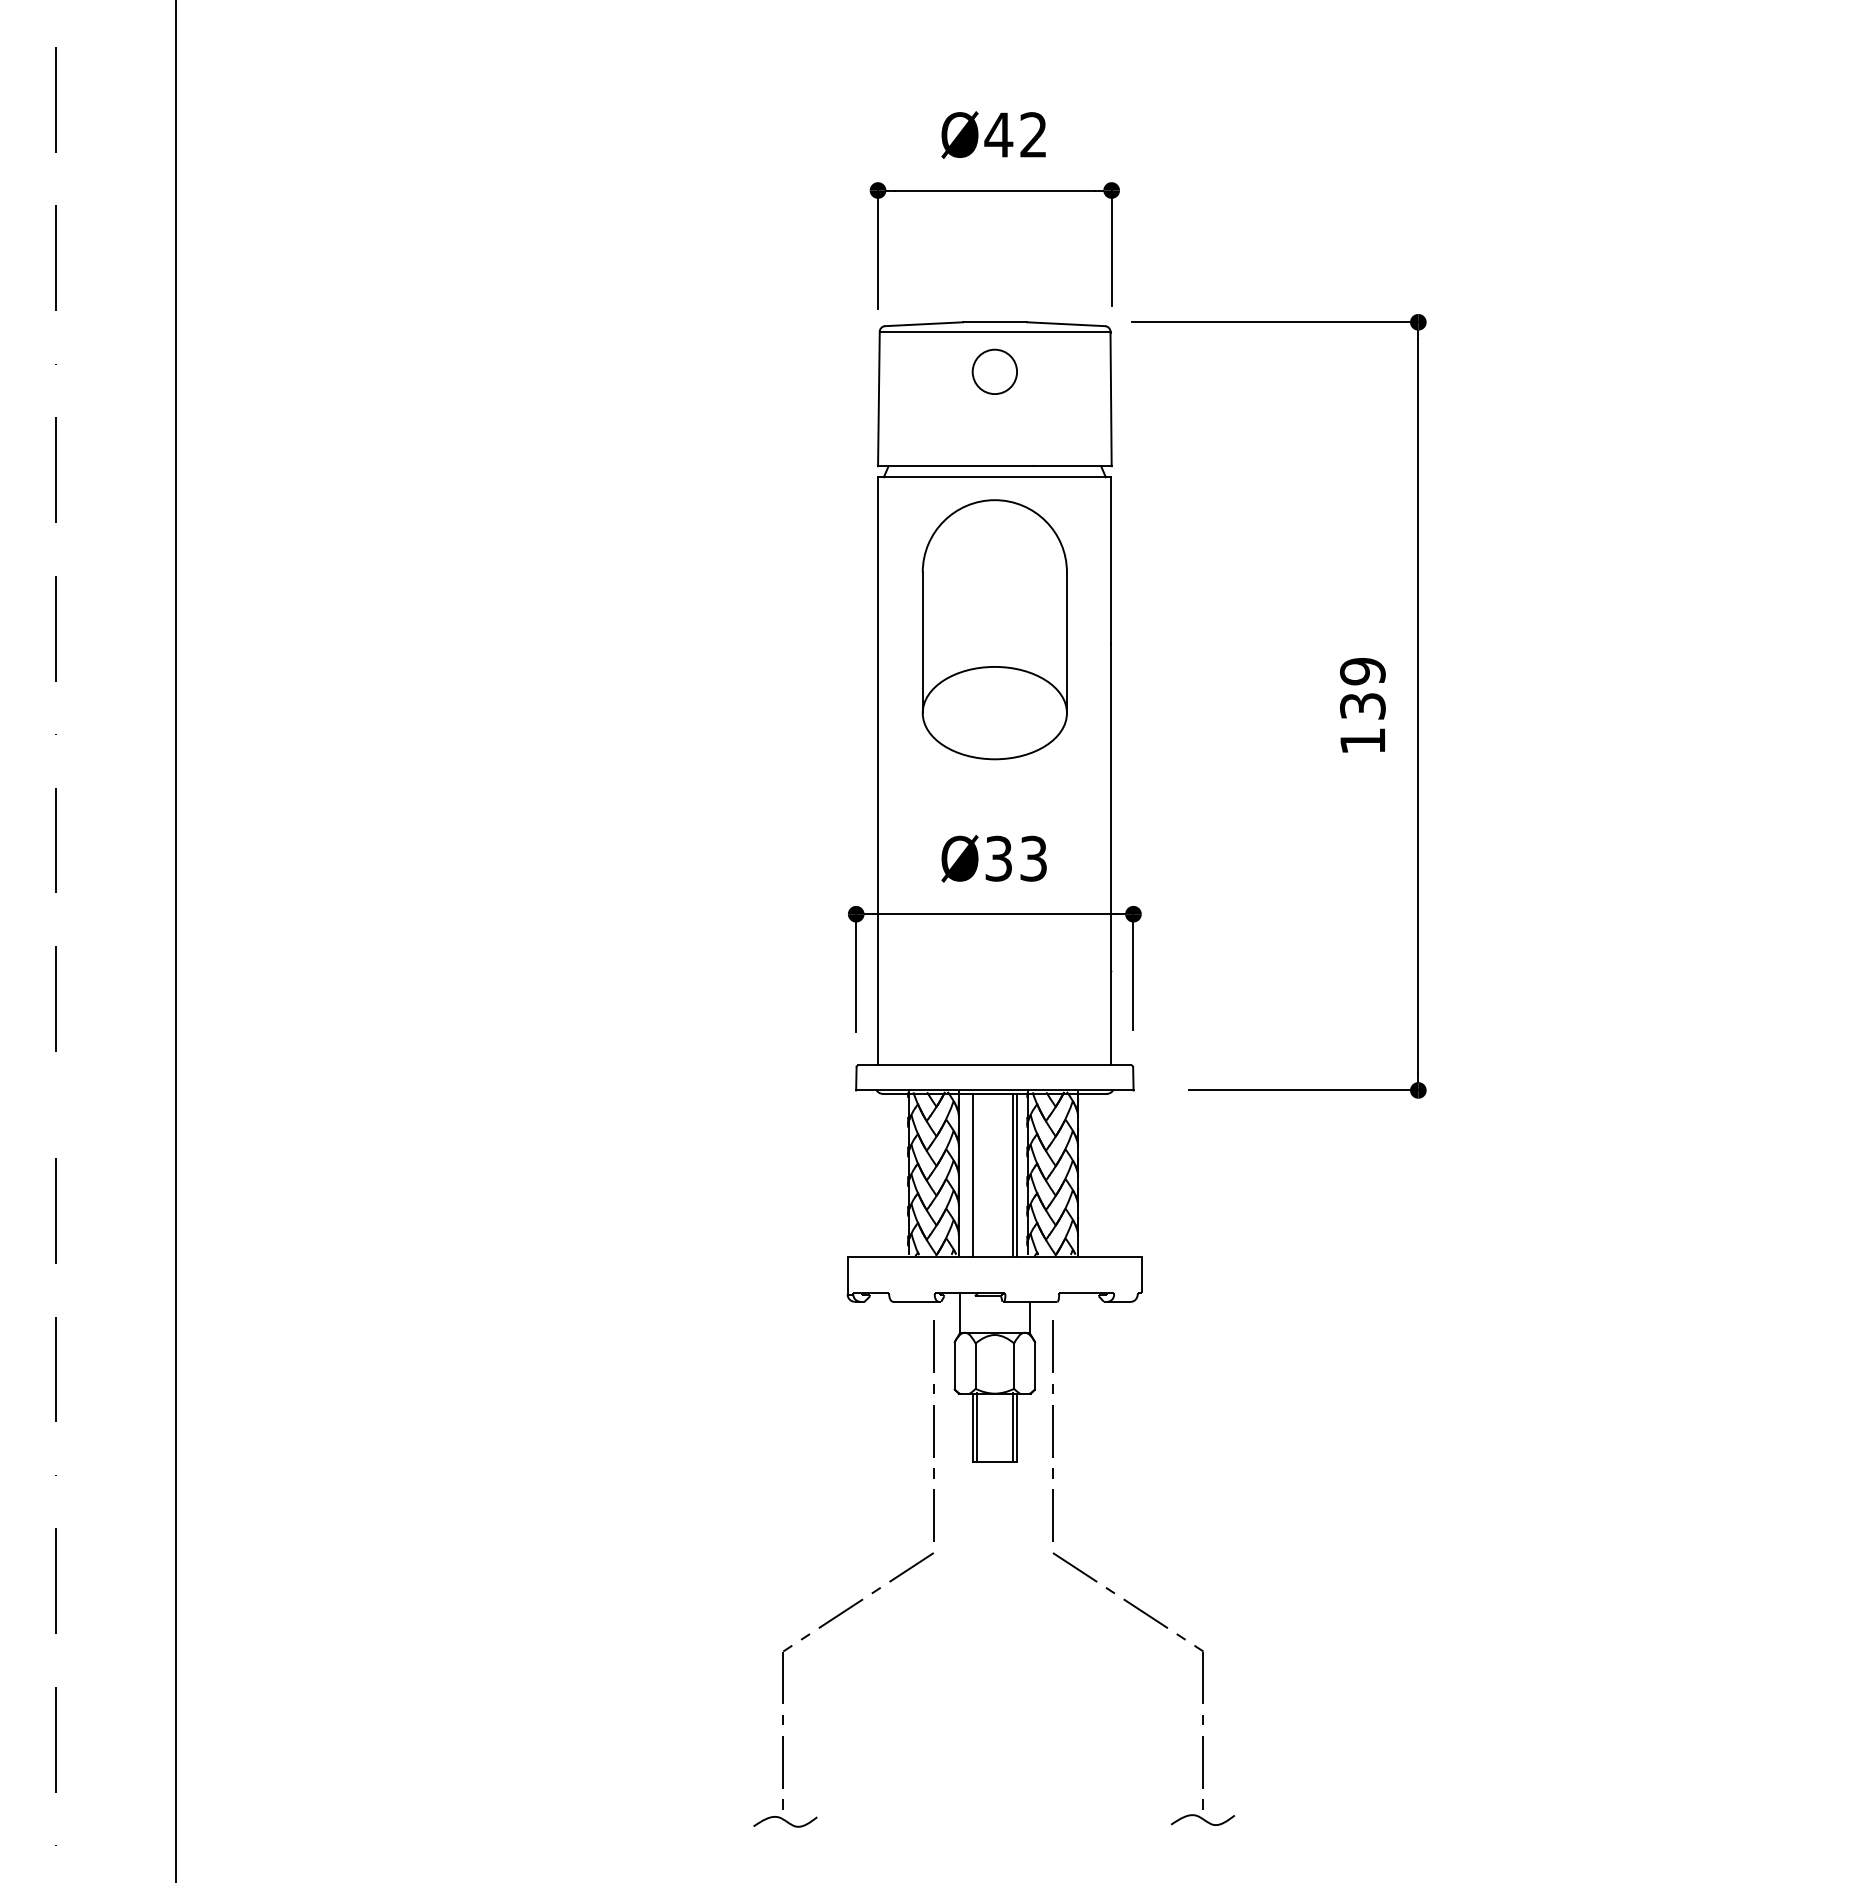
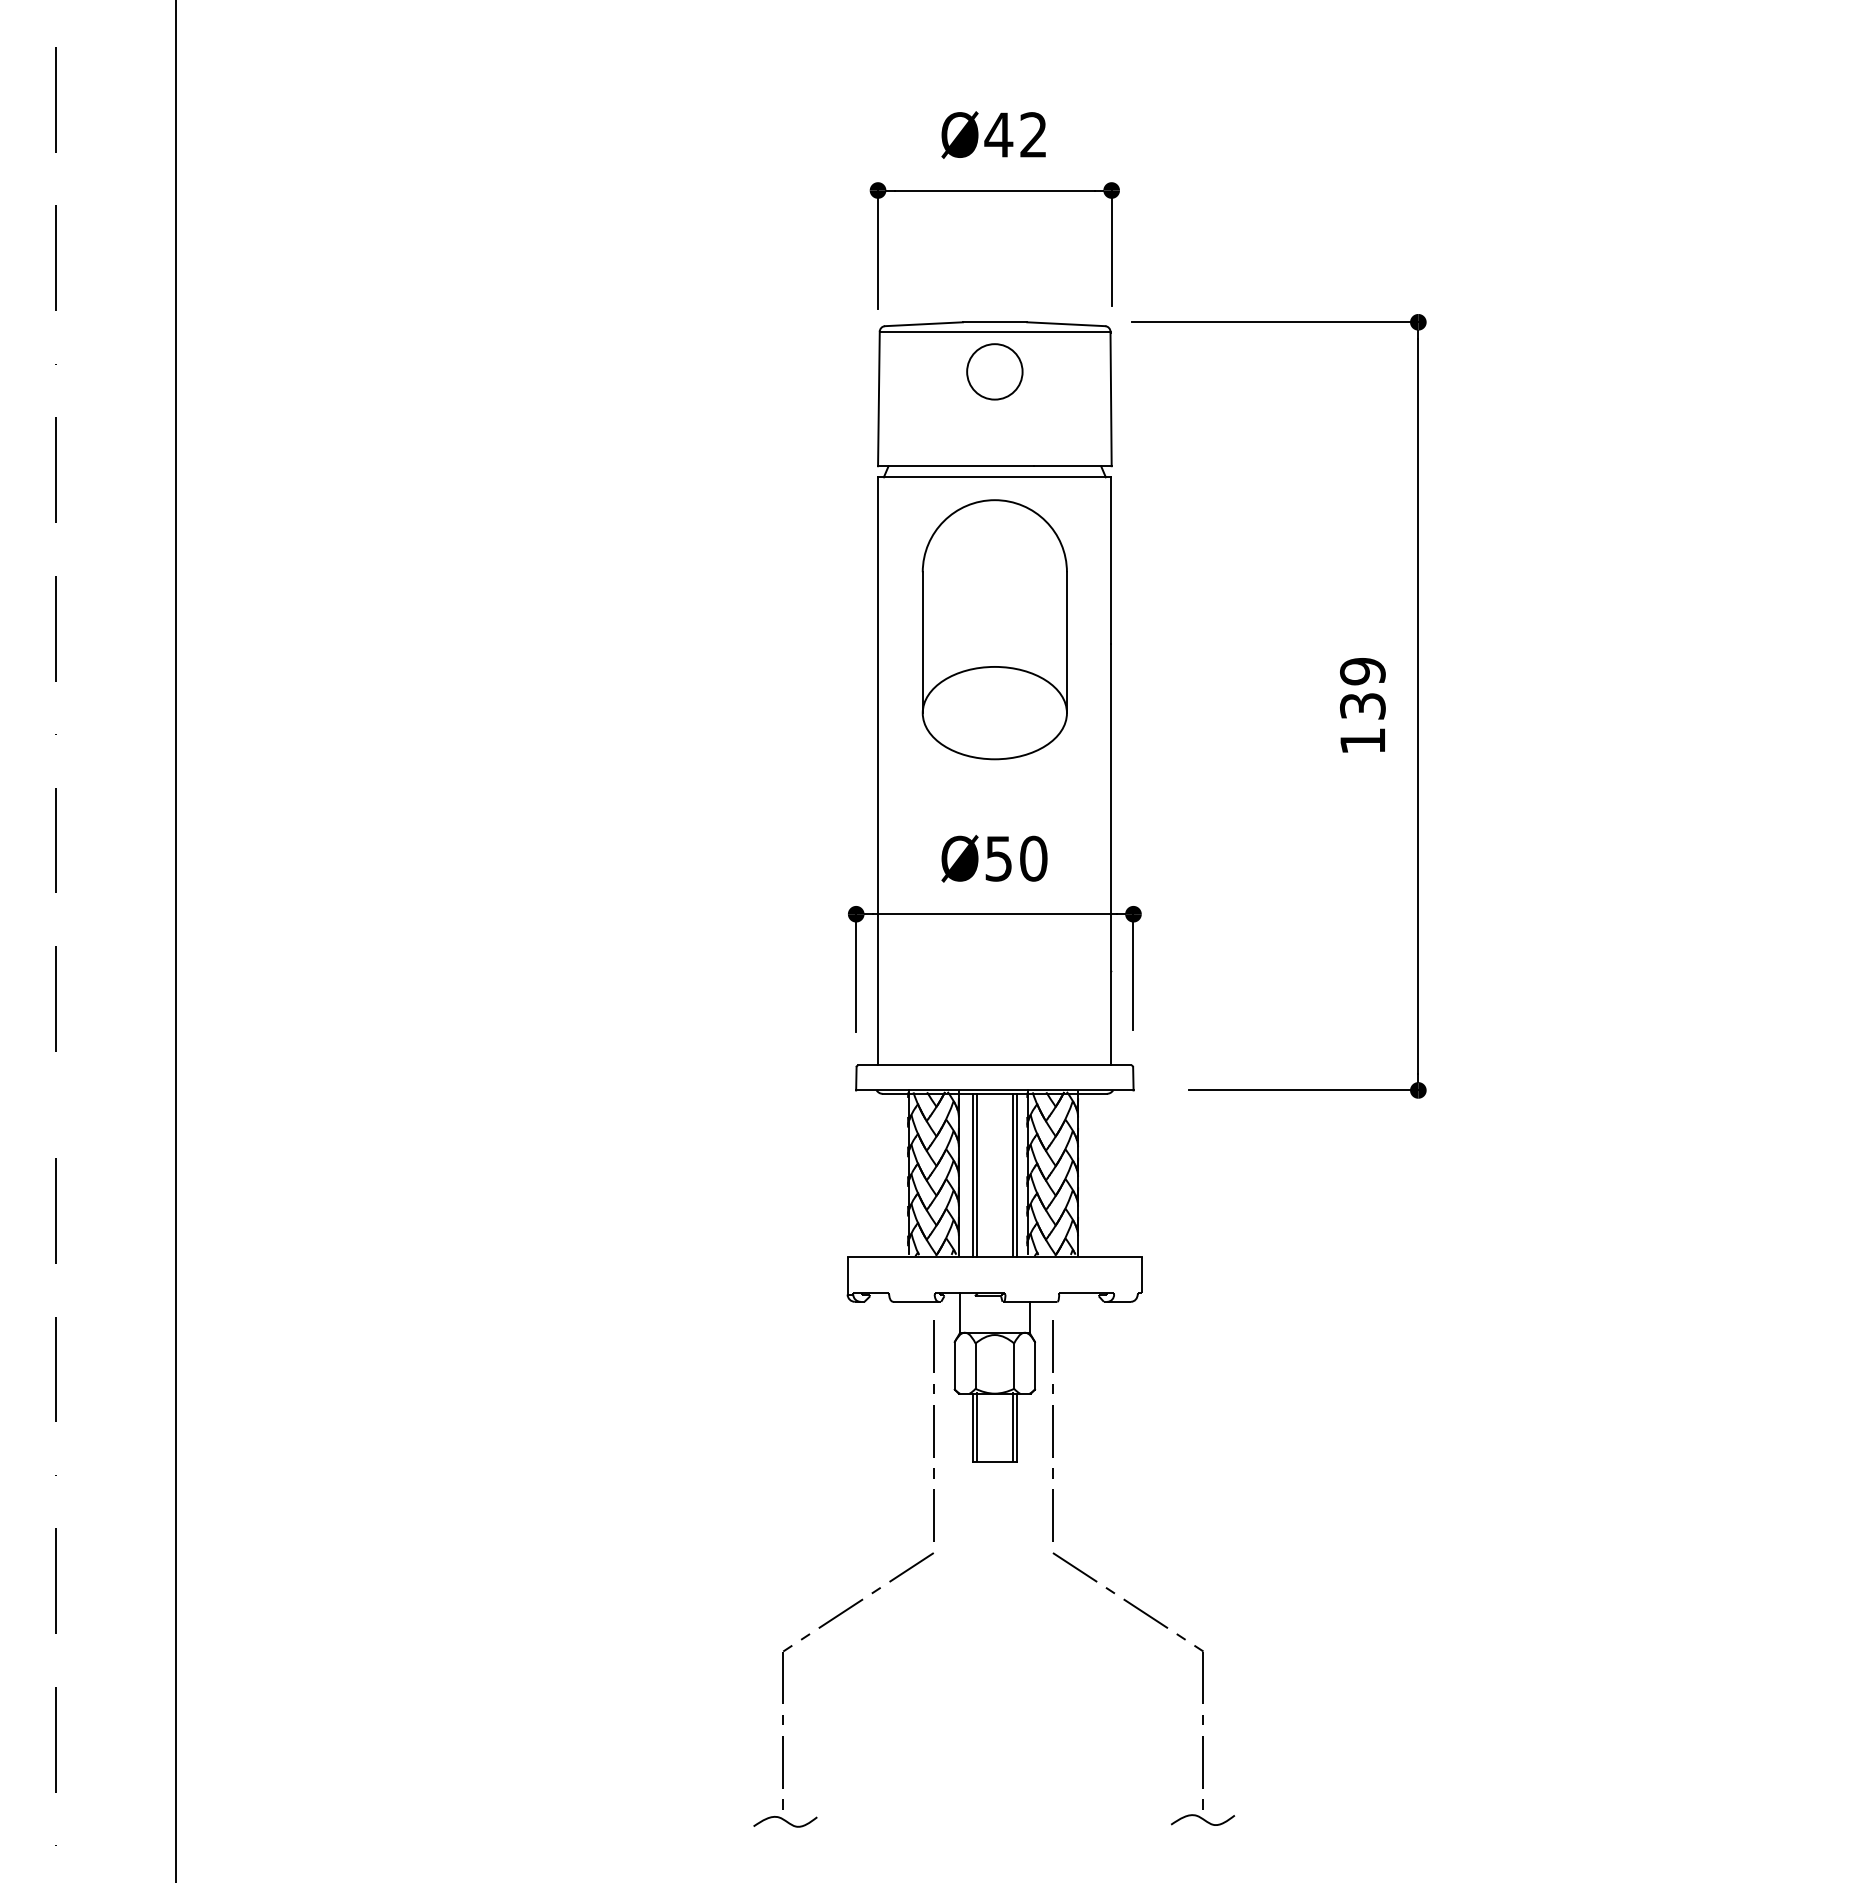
circle at (994, 371) size: 47x47 px -> 58x58 px
text at (1016, 858): Ø33 -> Ø50
line at (976, 1174): none -> present
